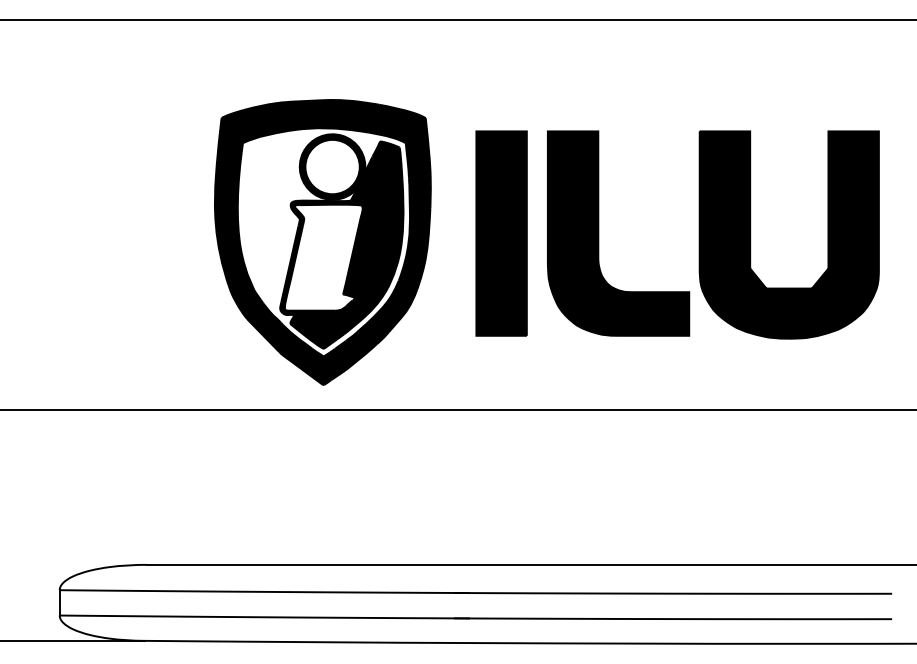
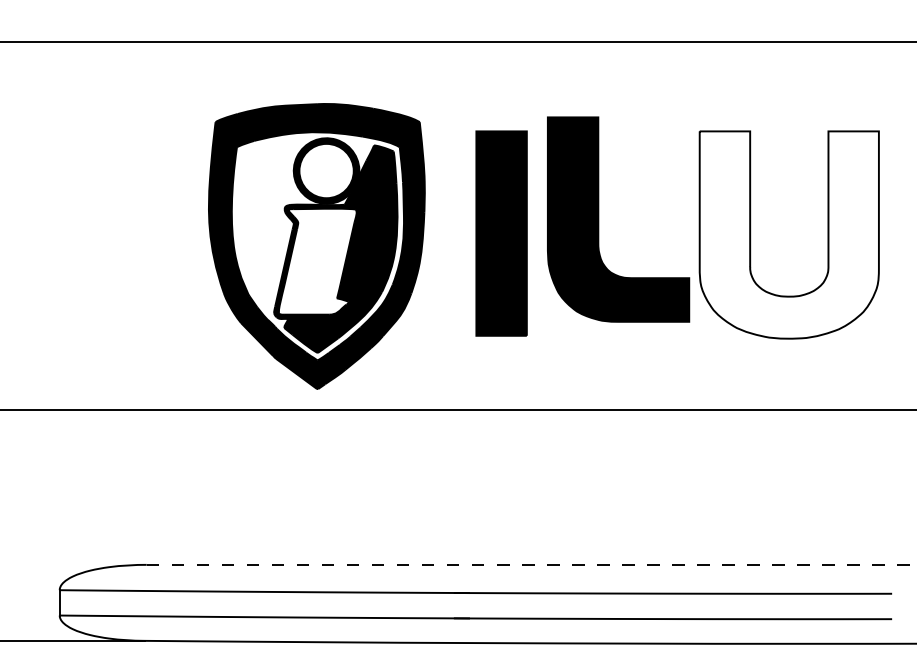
line at (457, 20) position: (457, 20) -> (457, 42)
part at (599, 233) position: (599, 233) -> (599, 219)
fill at (788, 234): present -> none
part at (322, 242) position: (322, 242) -> (316, 246)
line at (531, 564): solid -> dashed
